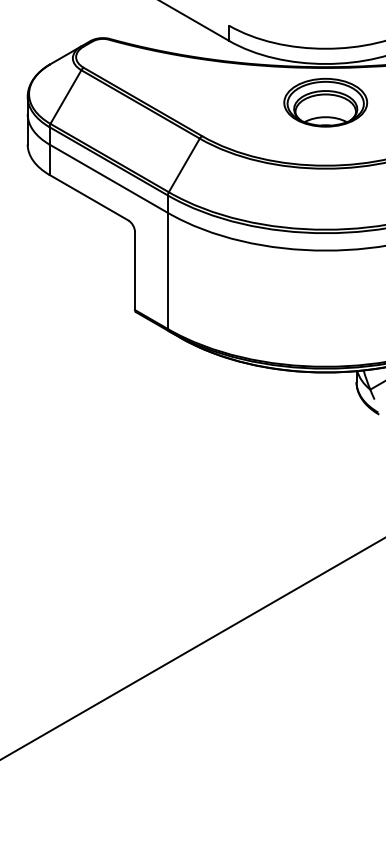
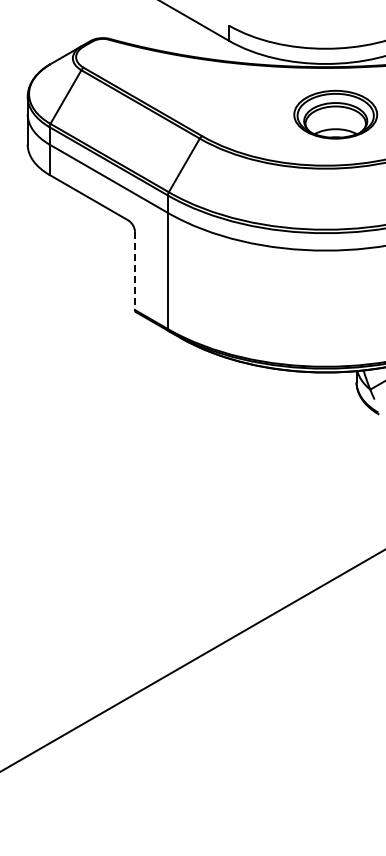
part at (325, 102) position: (325, 102) -> (335, 114)
line at (135, 271): solid -> dashed
line at (192, 648) position: (192, 648) -> (192, 660)
